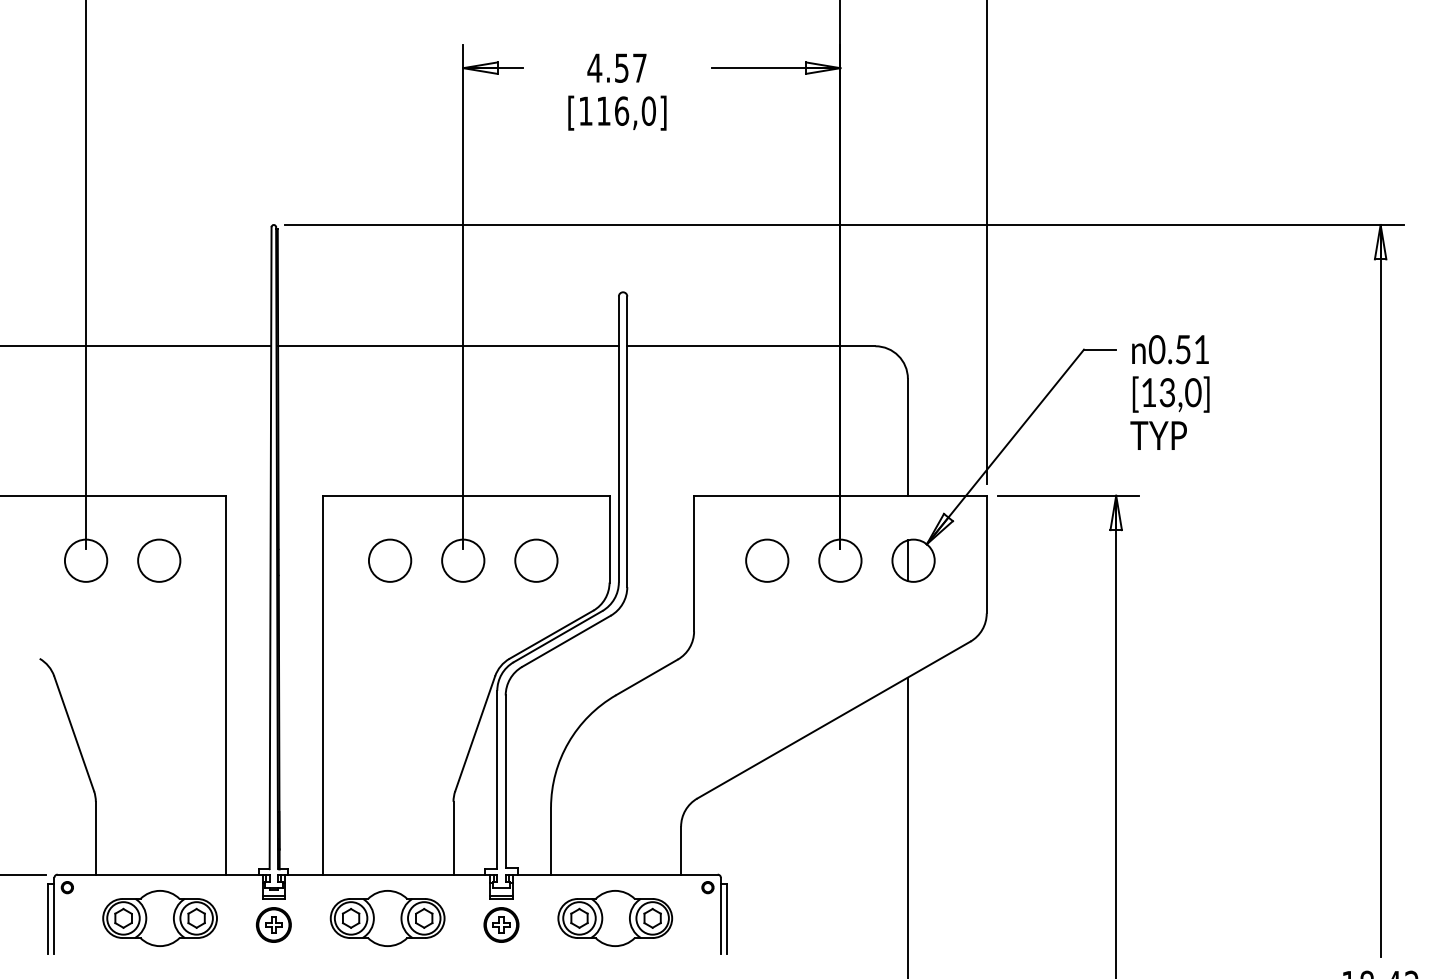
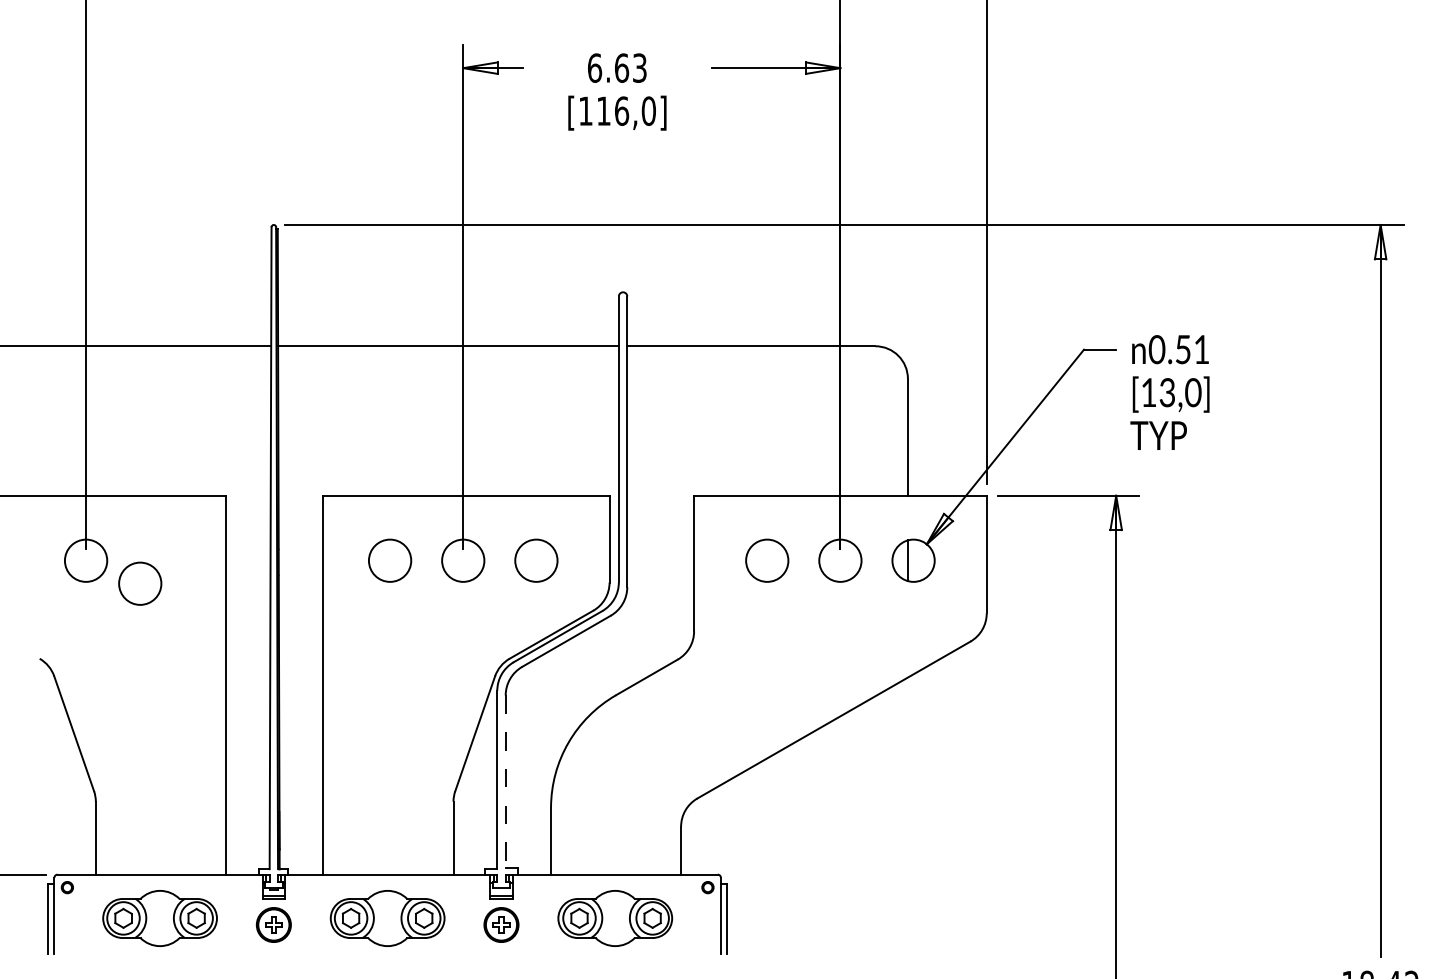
text at (616, 67): 4.57 -> 6.63
circle at (159, 560) position: (159, 560) -> (140, 583)
line at (505, 782): solid -> dashed
line at (907, 826): present -> none
